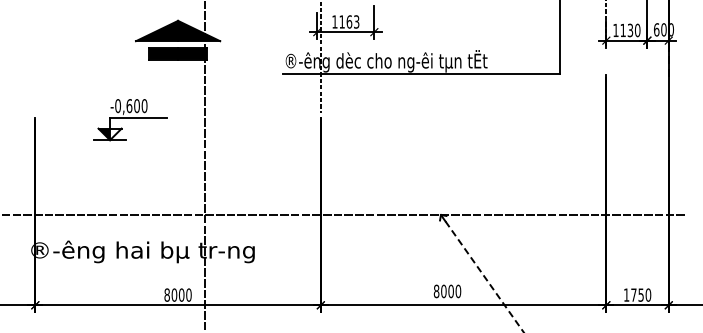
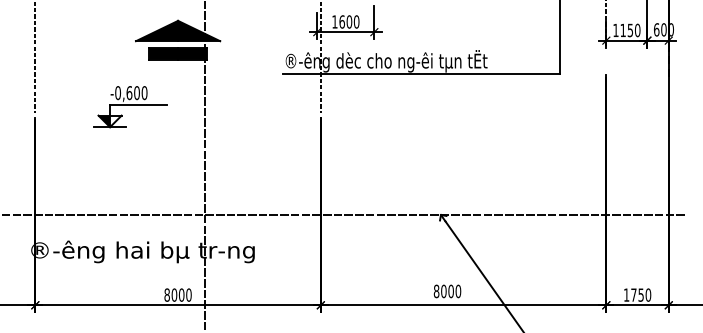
text at (349, 21): 1163 -> 1600
text at (630, 29): 1130 -> 1150
line at (35, 57): none -> present
part at (130, 120) position: (130, 120) -> (130, 107)
line at (484, 276): dashed -> solid
